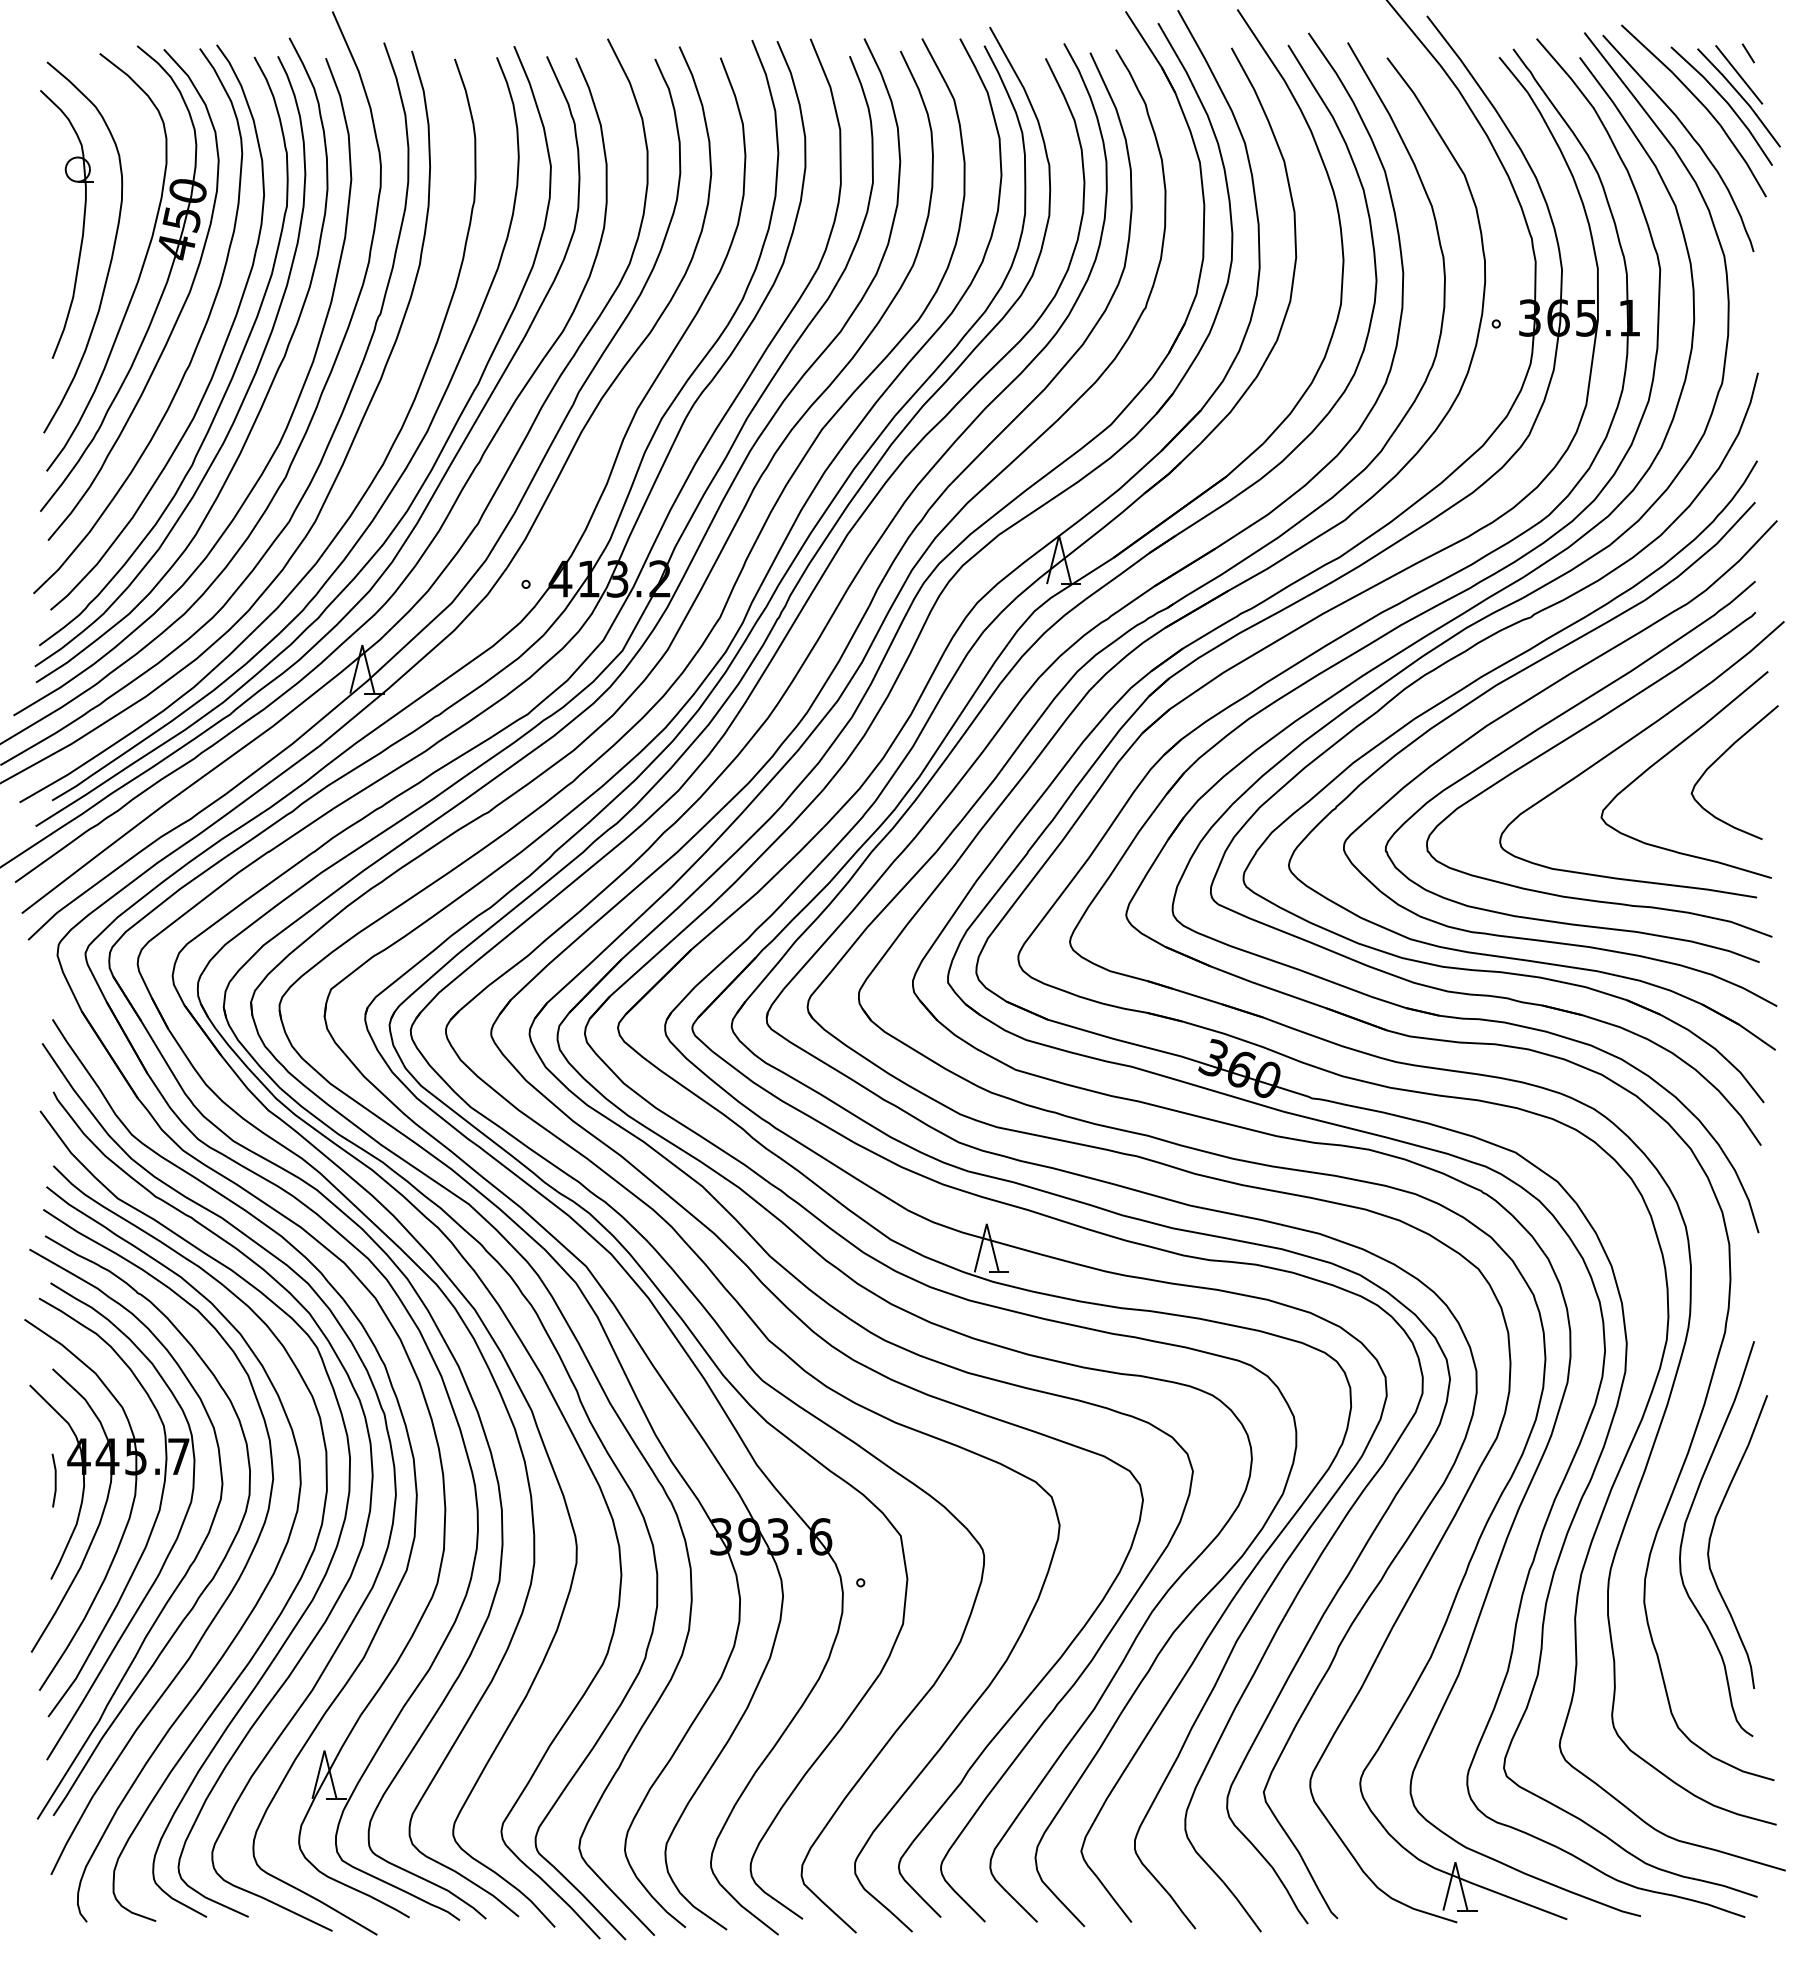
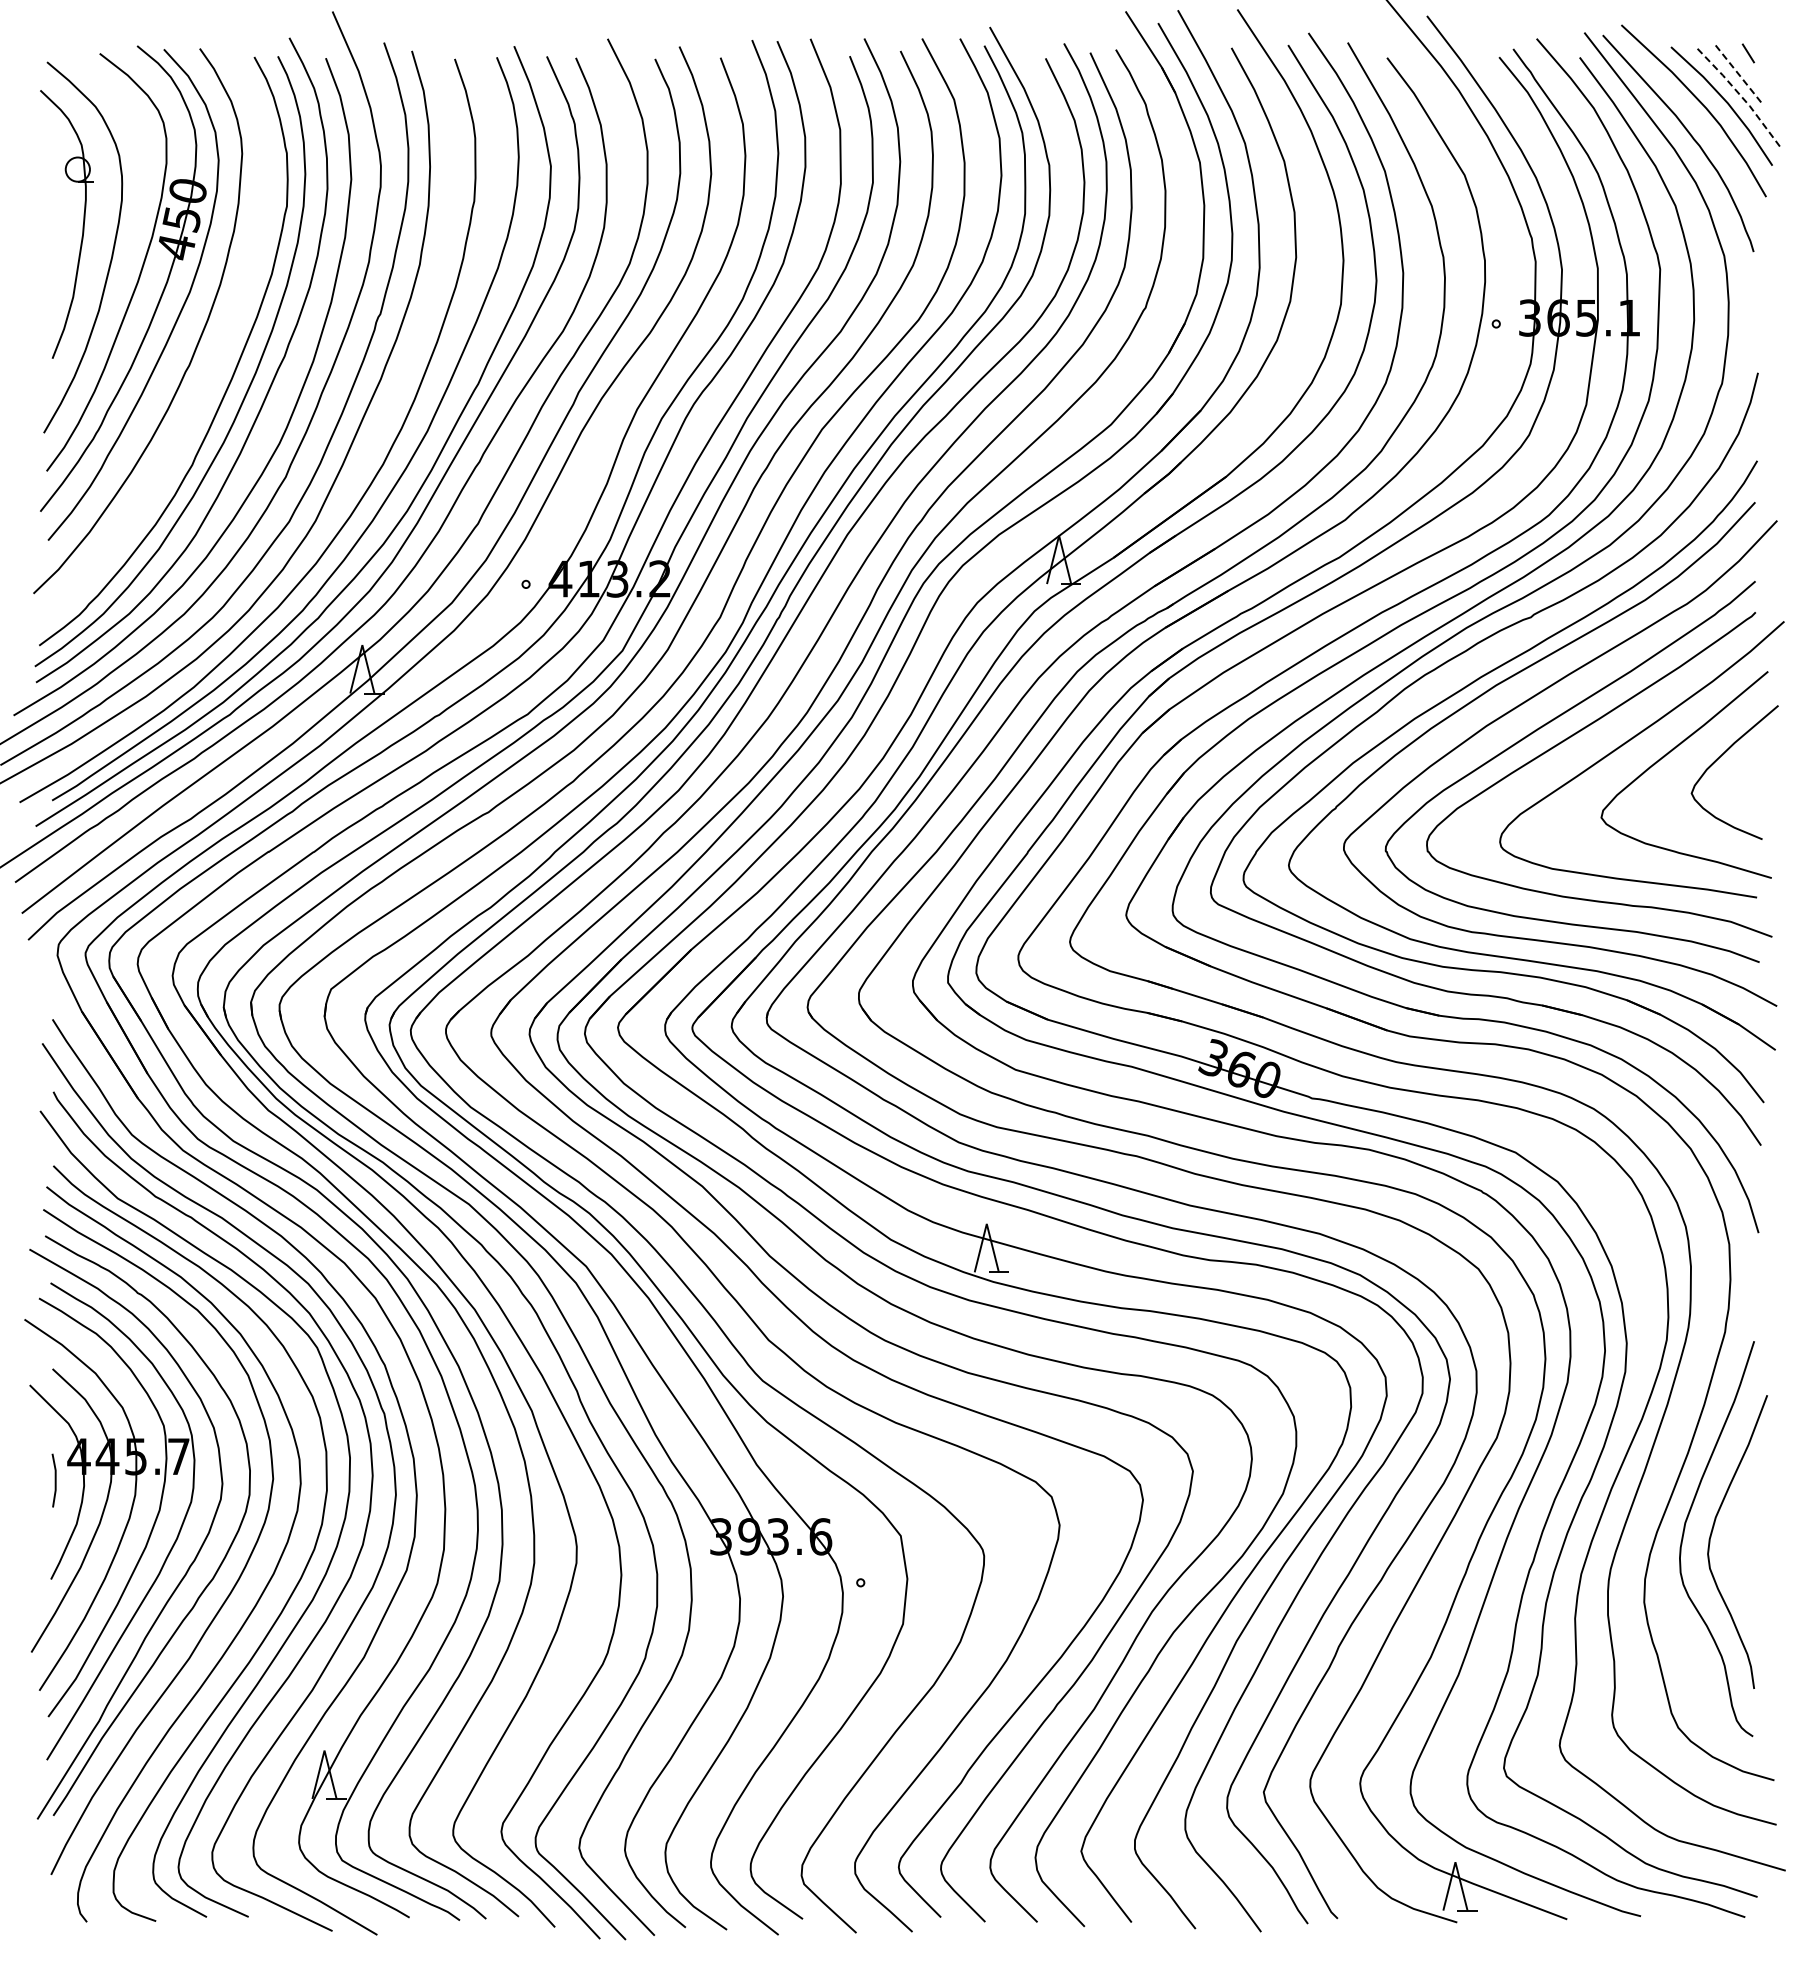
line at (1739, 74): solid -> dashed
line at (1741, 96): solid -> dashed
curve at (220, 352): present -> none
